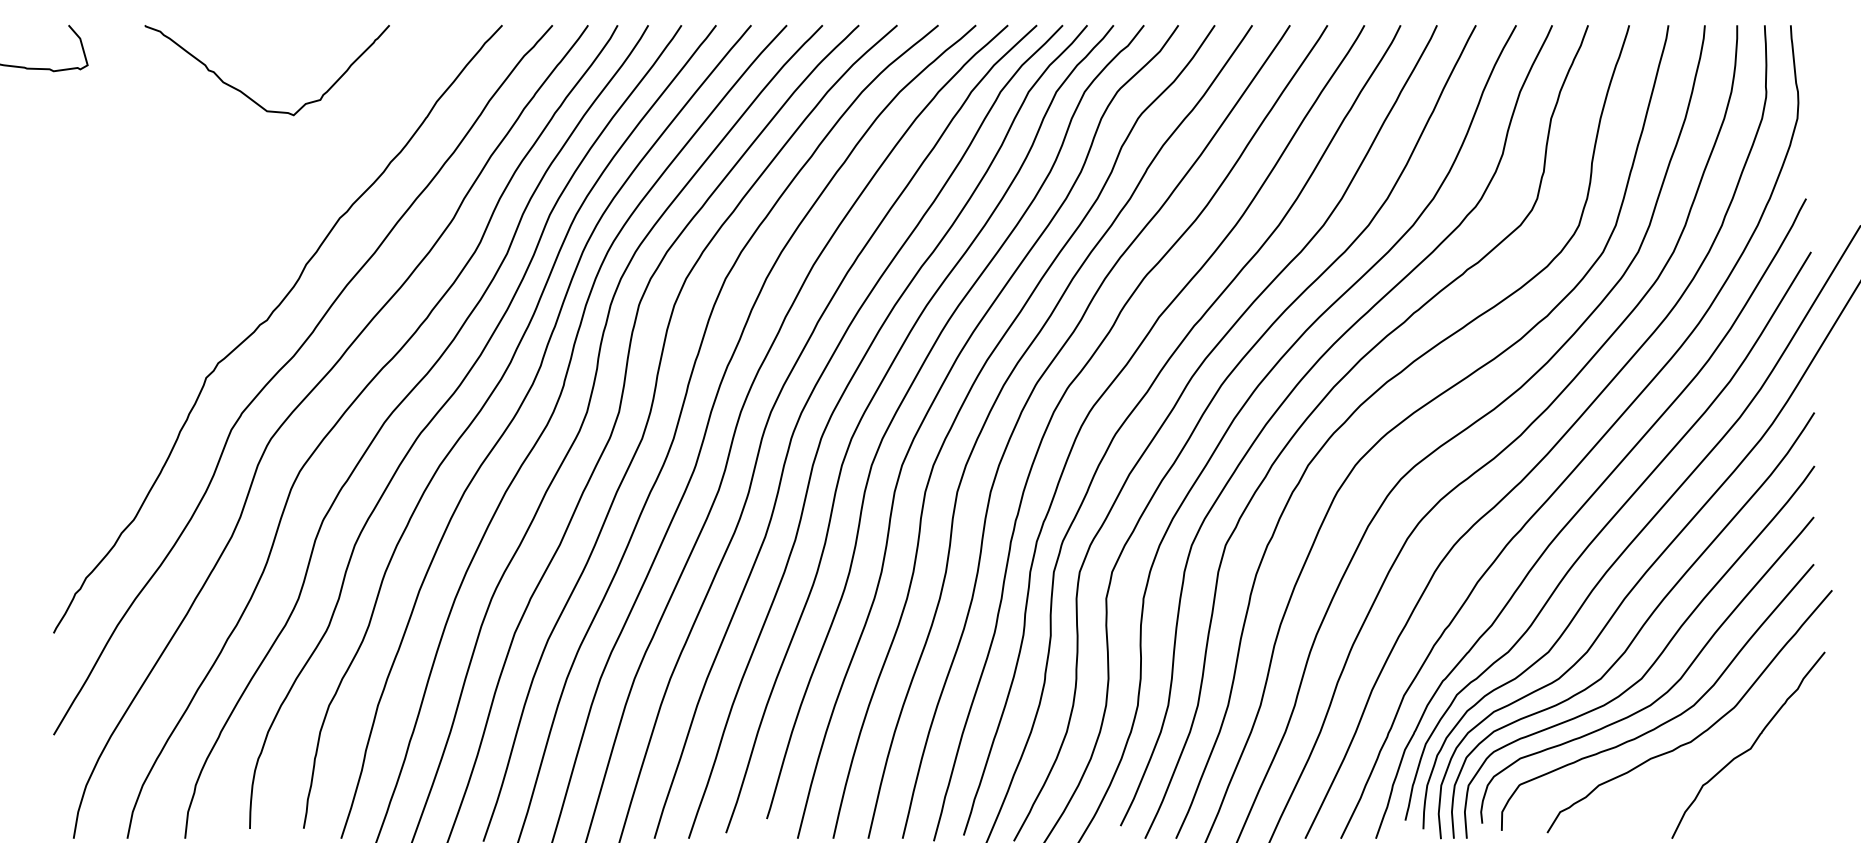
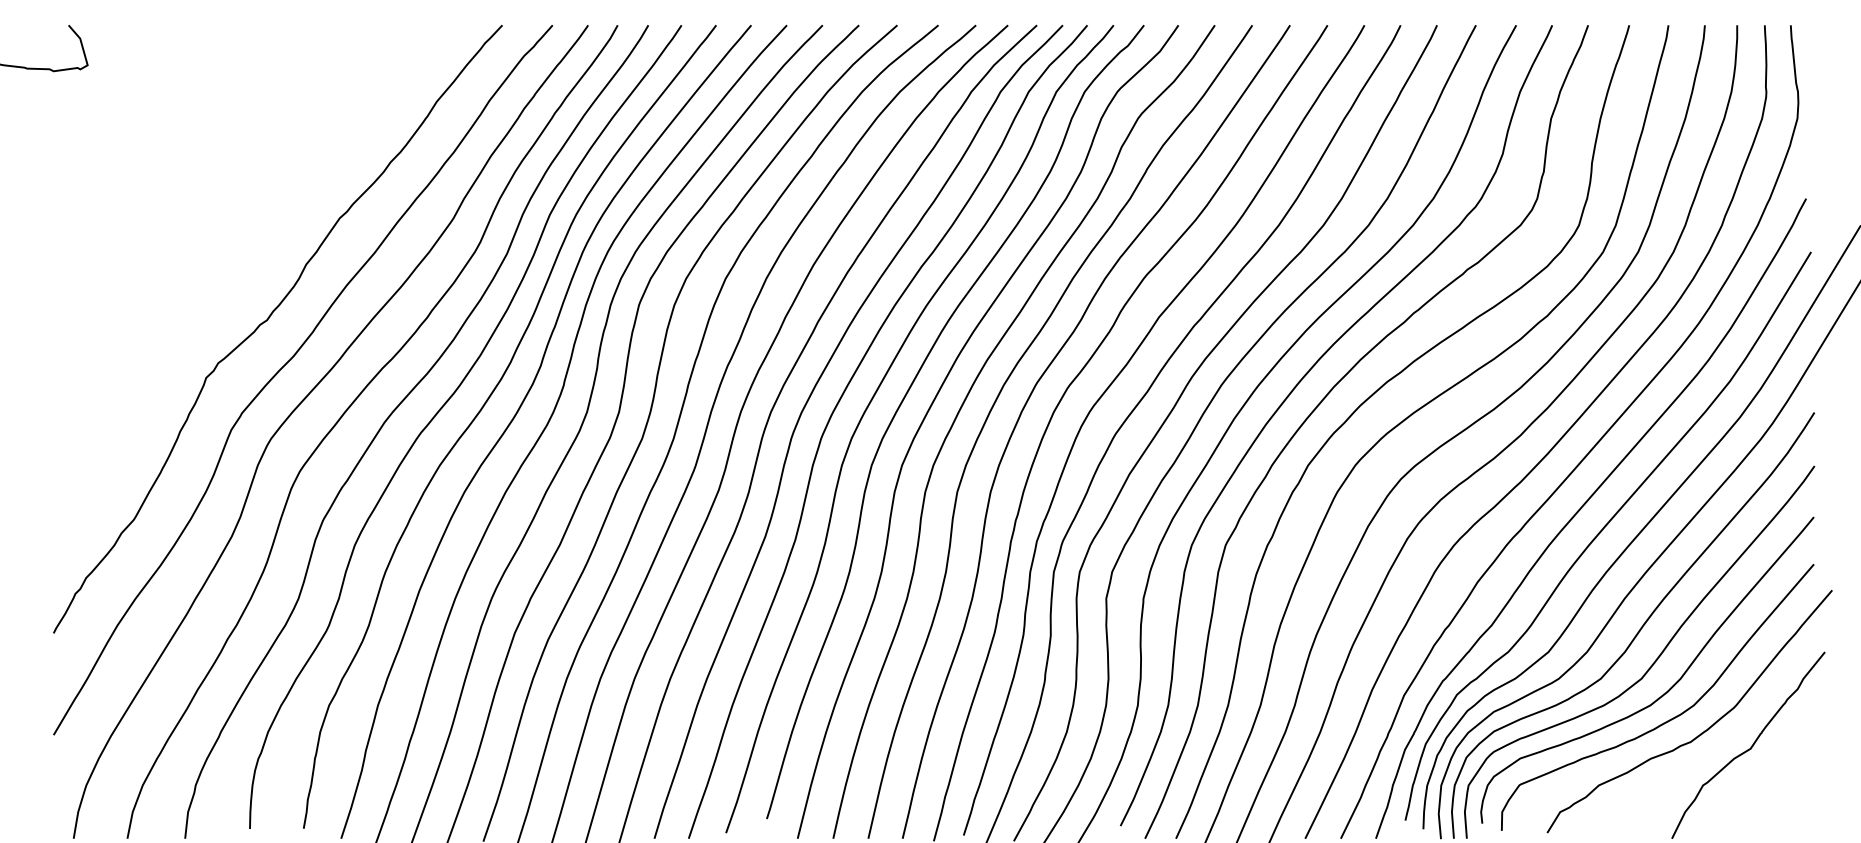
curve at (249, 96): present -> none
